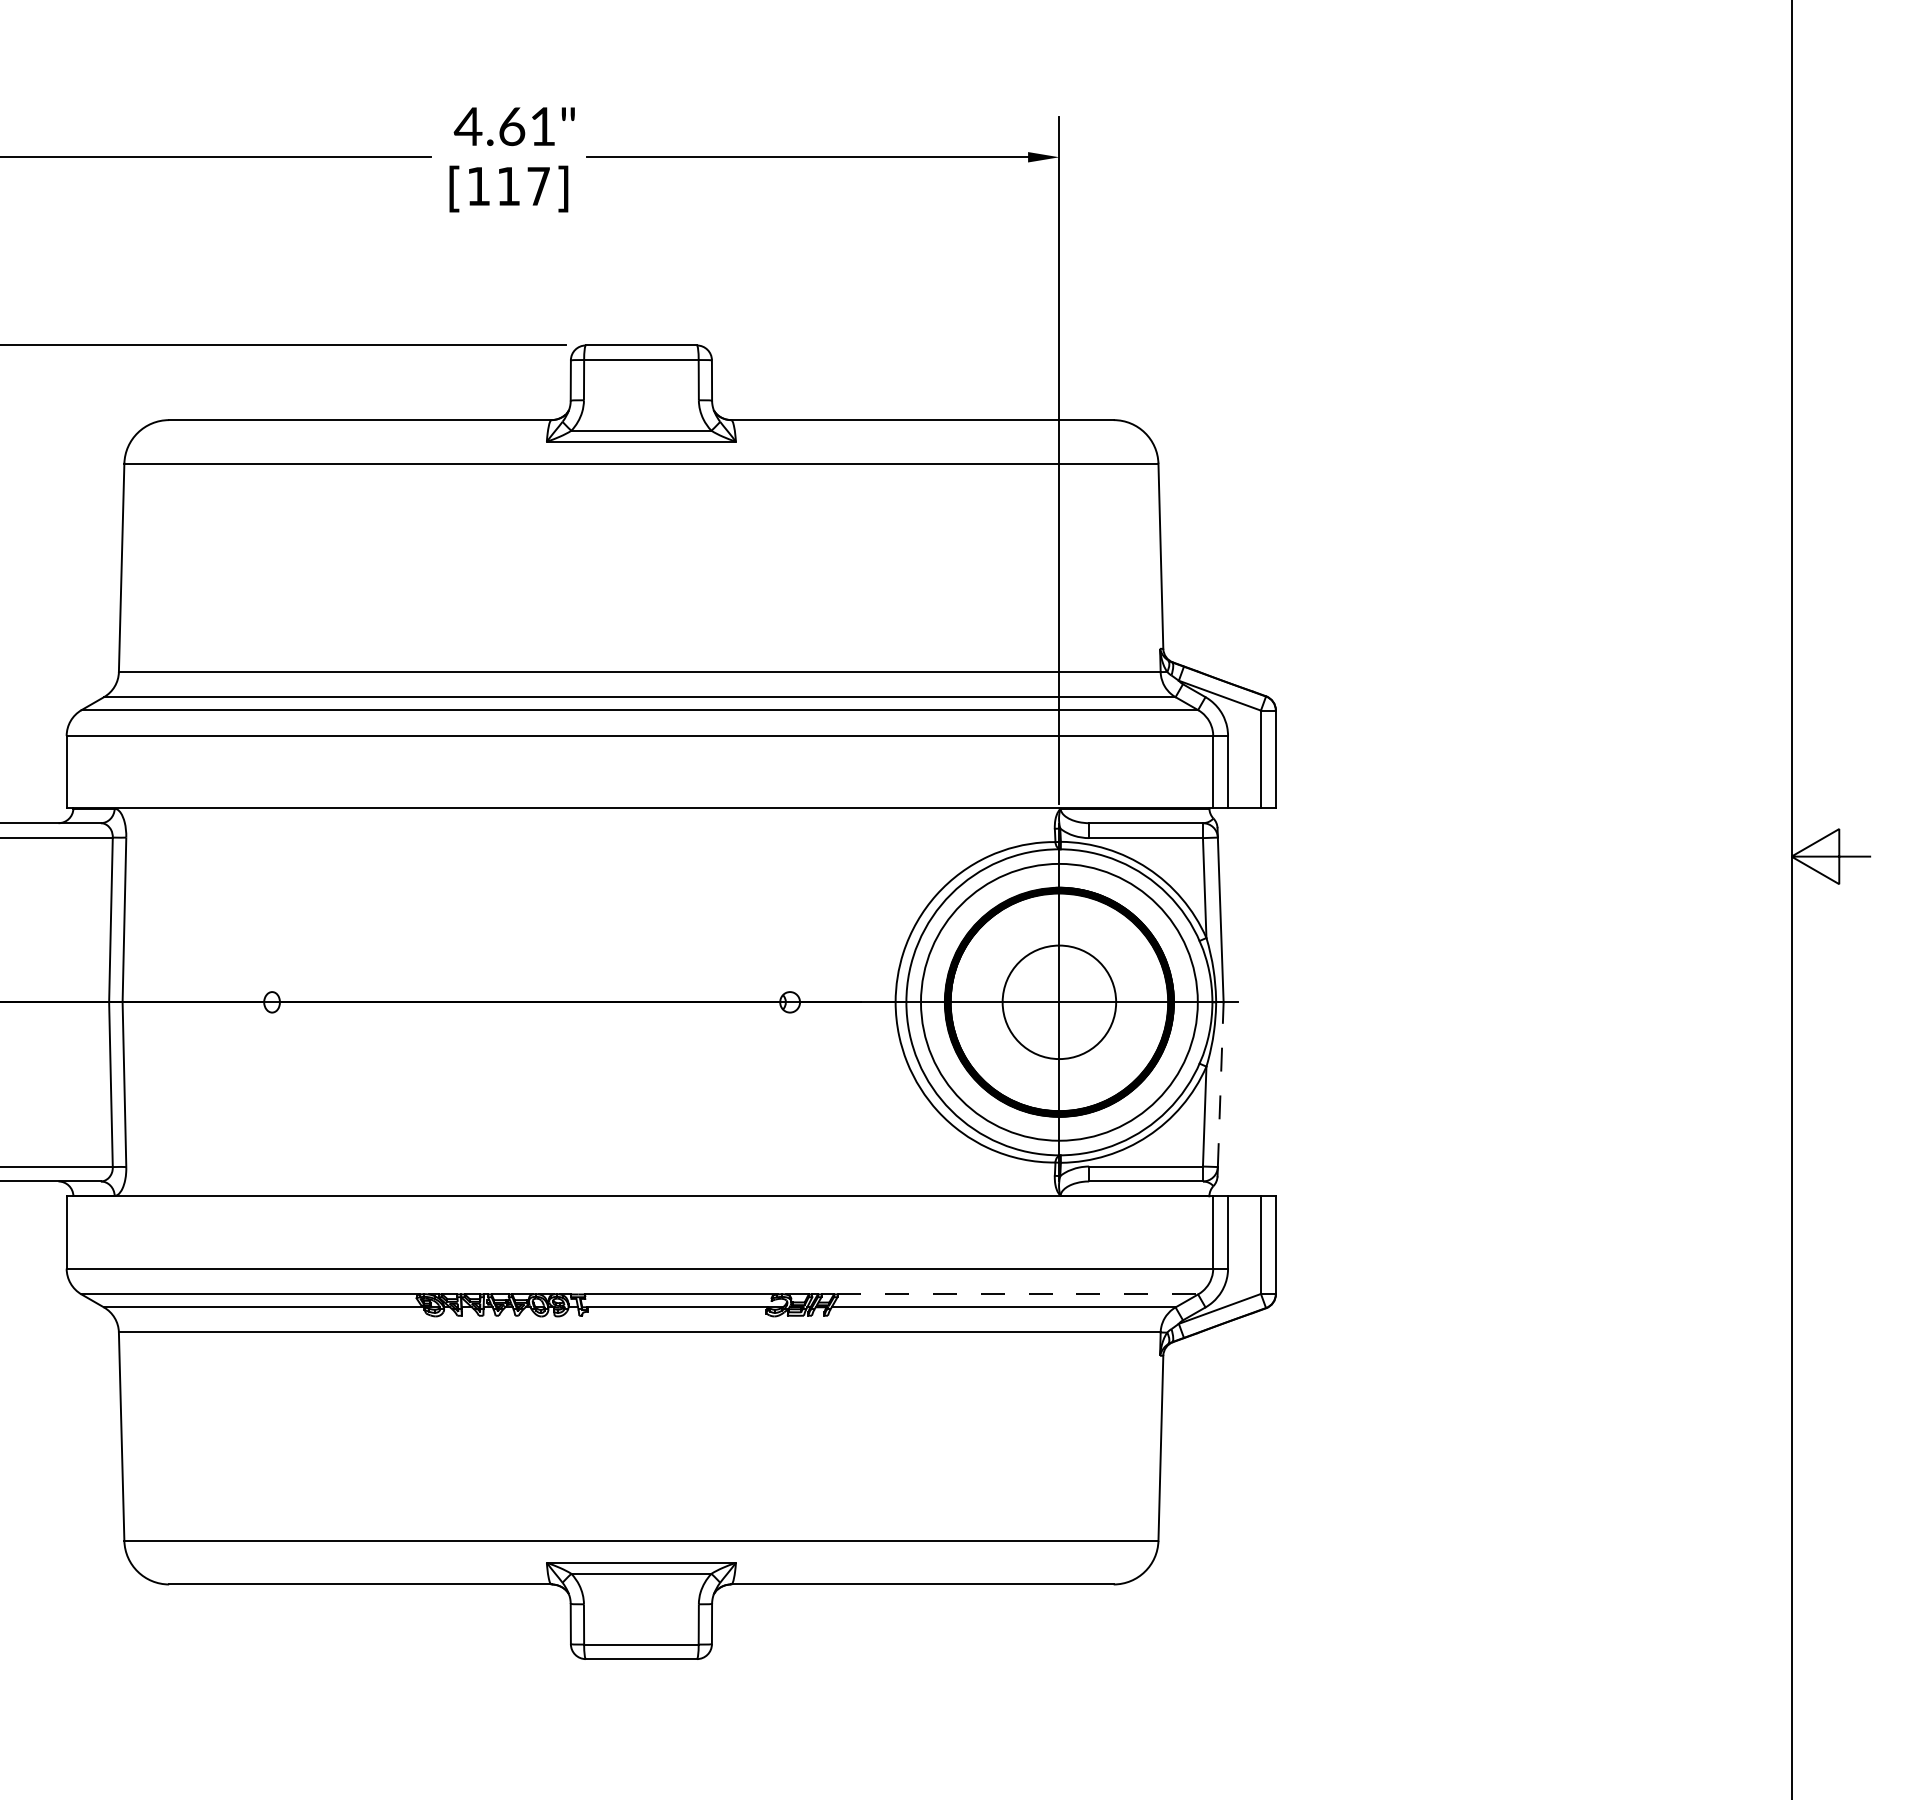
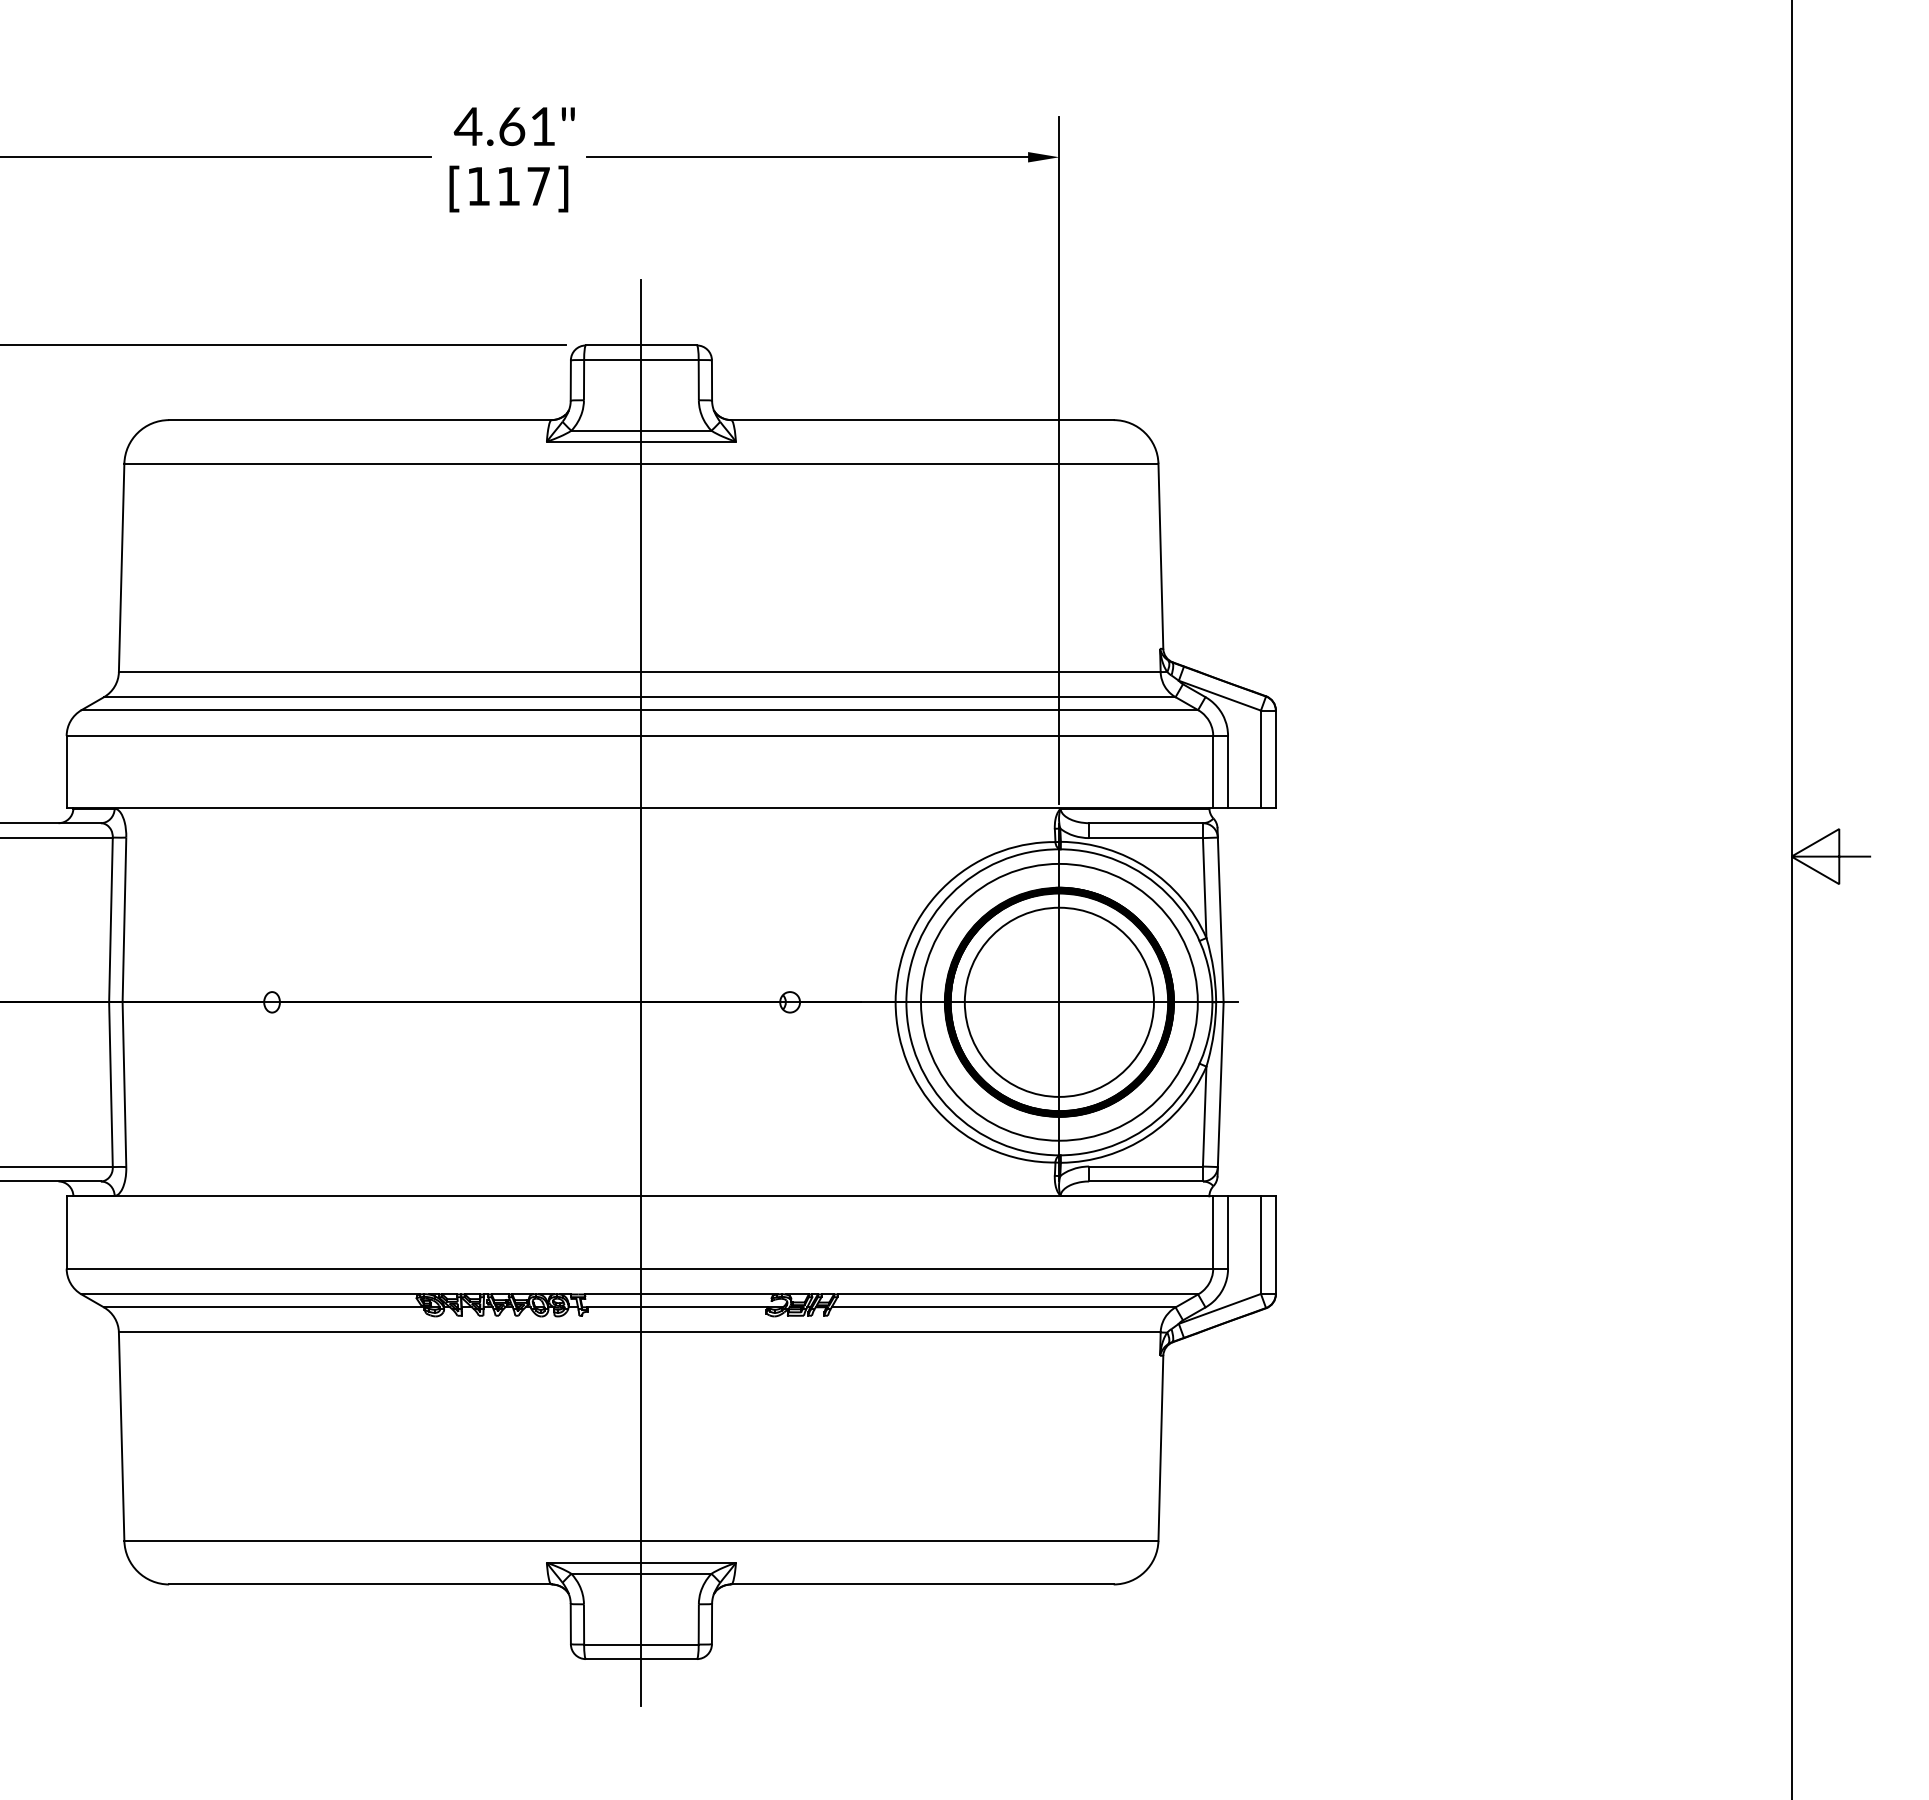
line at (641, 993): none -> present
circle at (1059, 1002) diameter: 114 px -> 189 px
line at (1220, 1084): dashed -> solid
line at (1018, 1294): dashed -> solid
